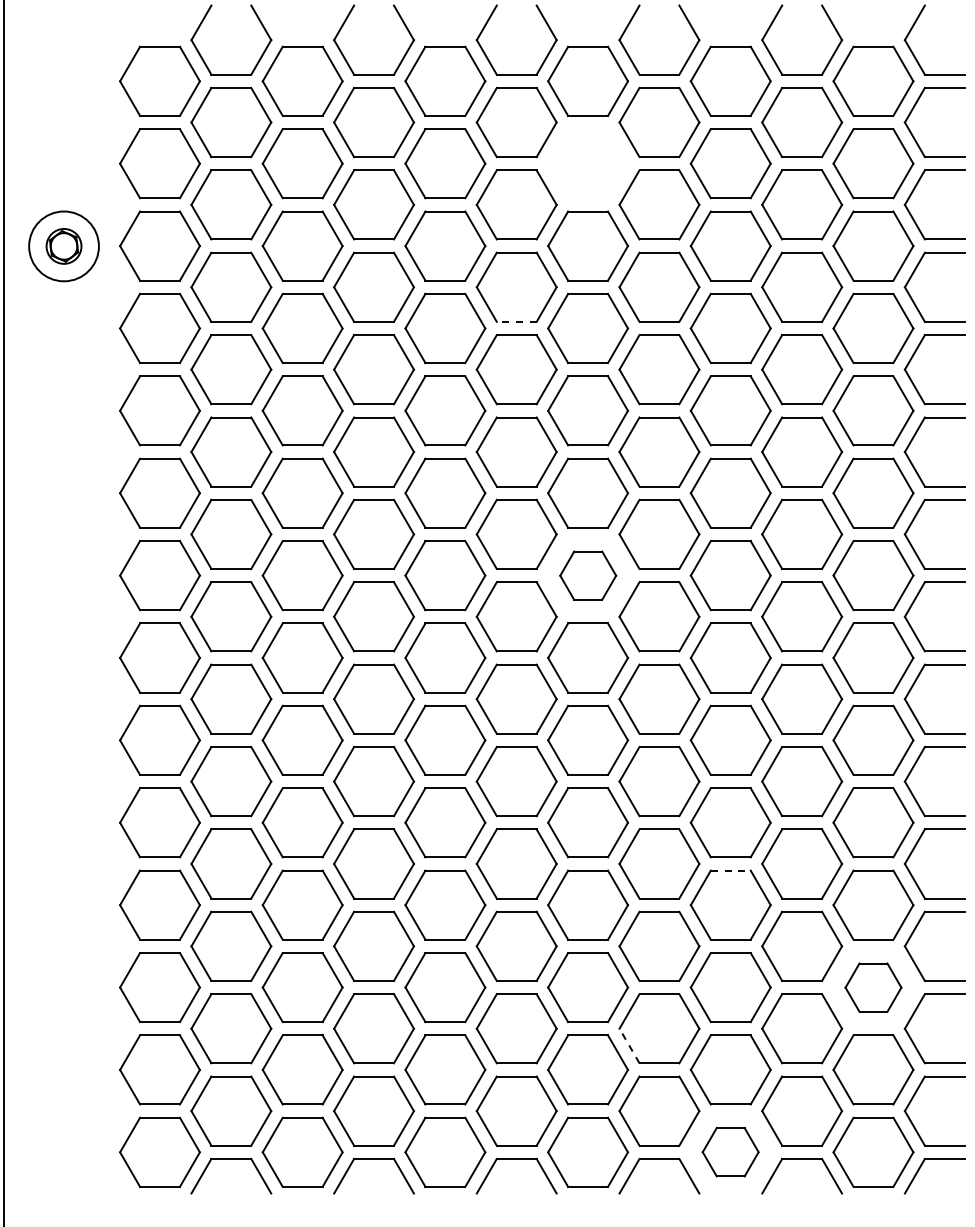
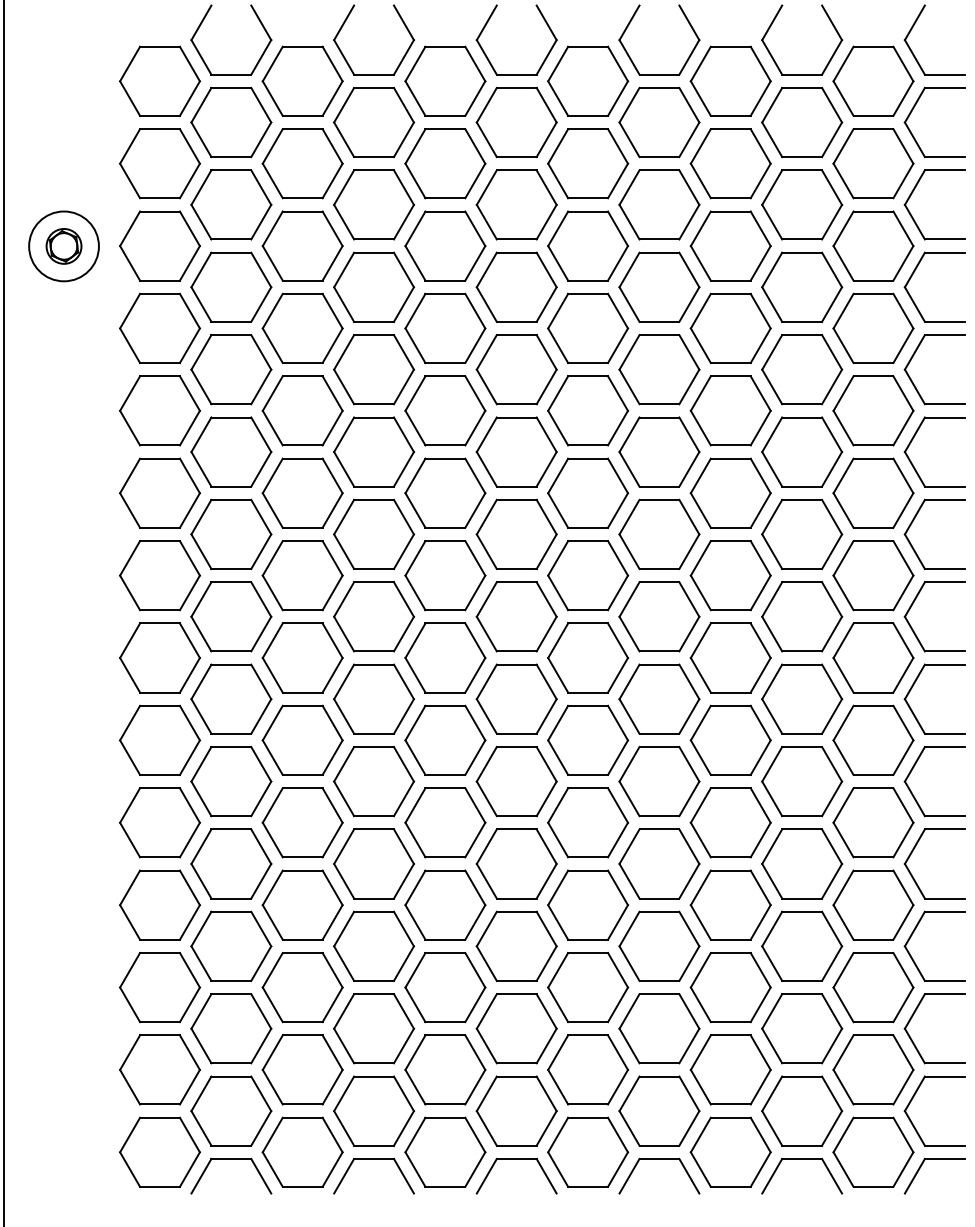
part at (588, 163): none -> present
line at (516, 321): dashed -> solid
part at (588, 575) size: 59x51 px -> 83x72 px
line at (730, 870): dashed -> solid
part at (873, 987) size: 59x51 px -> 83x72 px
line at (629, 1046): dashed -> solid
part at (730, 1152) size: 59x51 px -> 83x72 px
